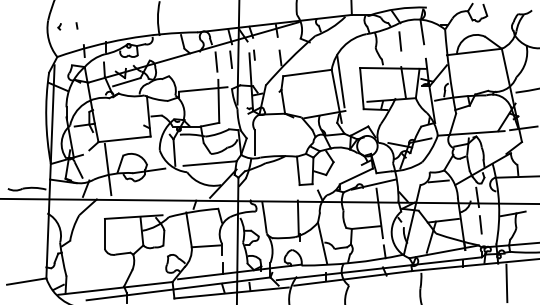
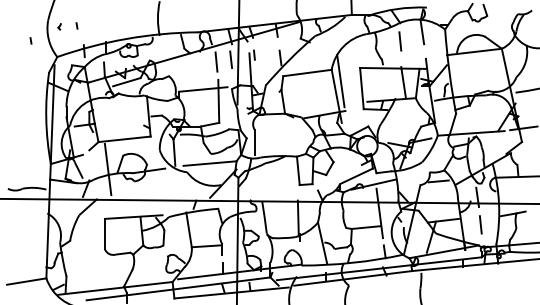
line at (30, 40): none -> present
line at (506, 282): present -> none
